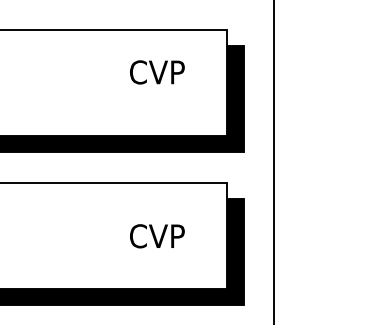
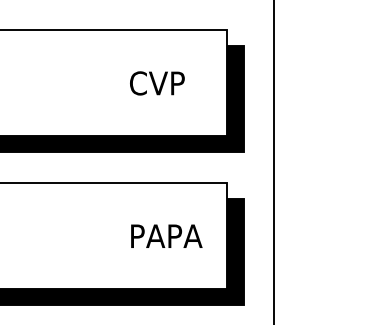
text at (157, 72) position: (157, 72) -> (157, 83)
text at (166, 236): CVP -> PAPA
